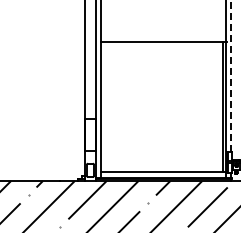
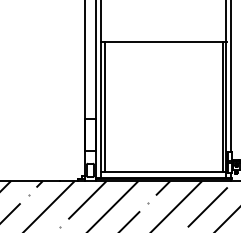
line at (230, 75): dashed -> solid
line at (105, 107): none -> present
